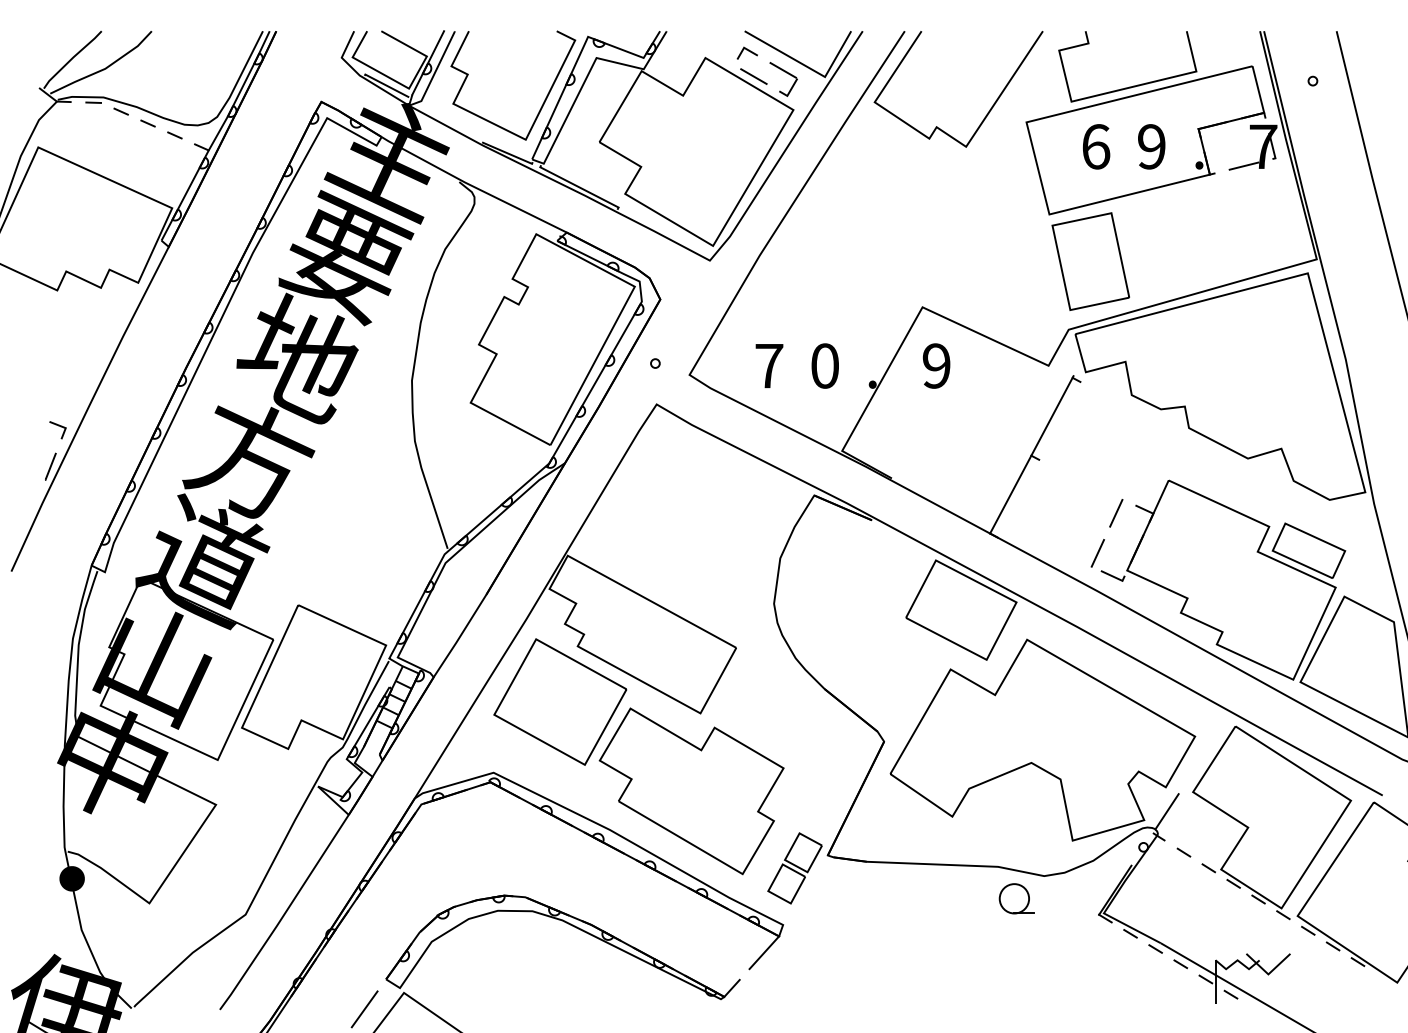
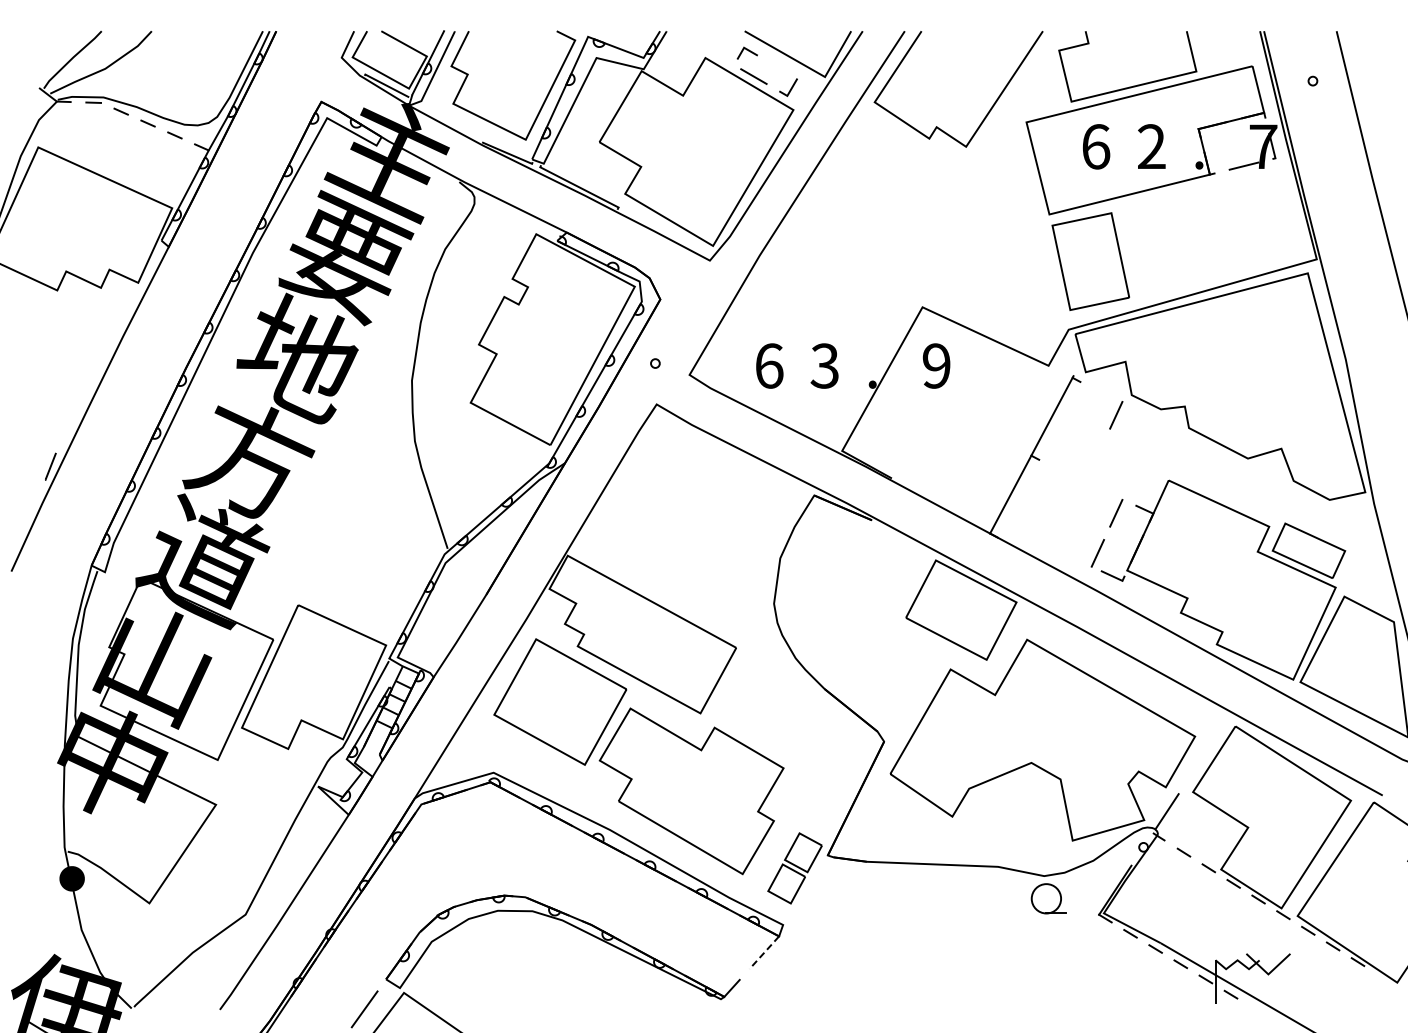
line at (782, 70): present -> none
text at (1151, 146): 9 -> 2
text at (769, 365): 7 -> 6
text at (824, 365): 0 -> 3
line at (1116, 415): none -> present
line at (58, 426): present -> none
part at (1016, 898) position: (1016, 898) -> (1048, 898)
line at (764, 953): solid -> dashed
